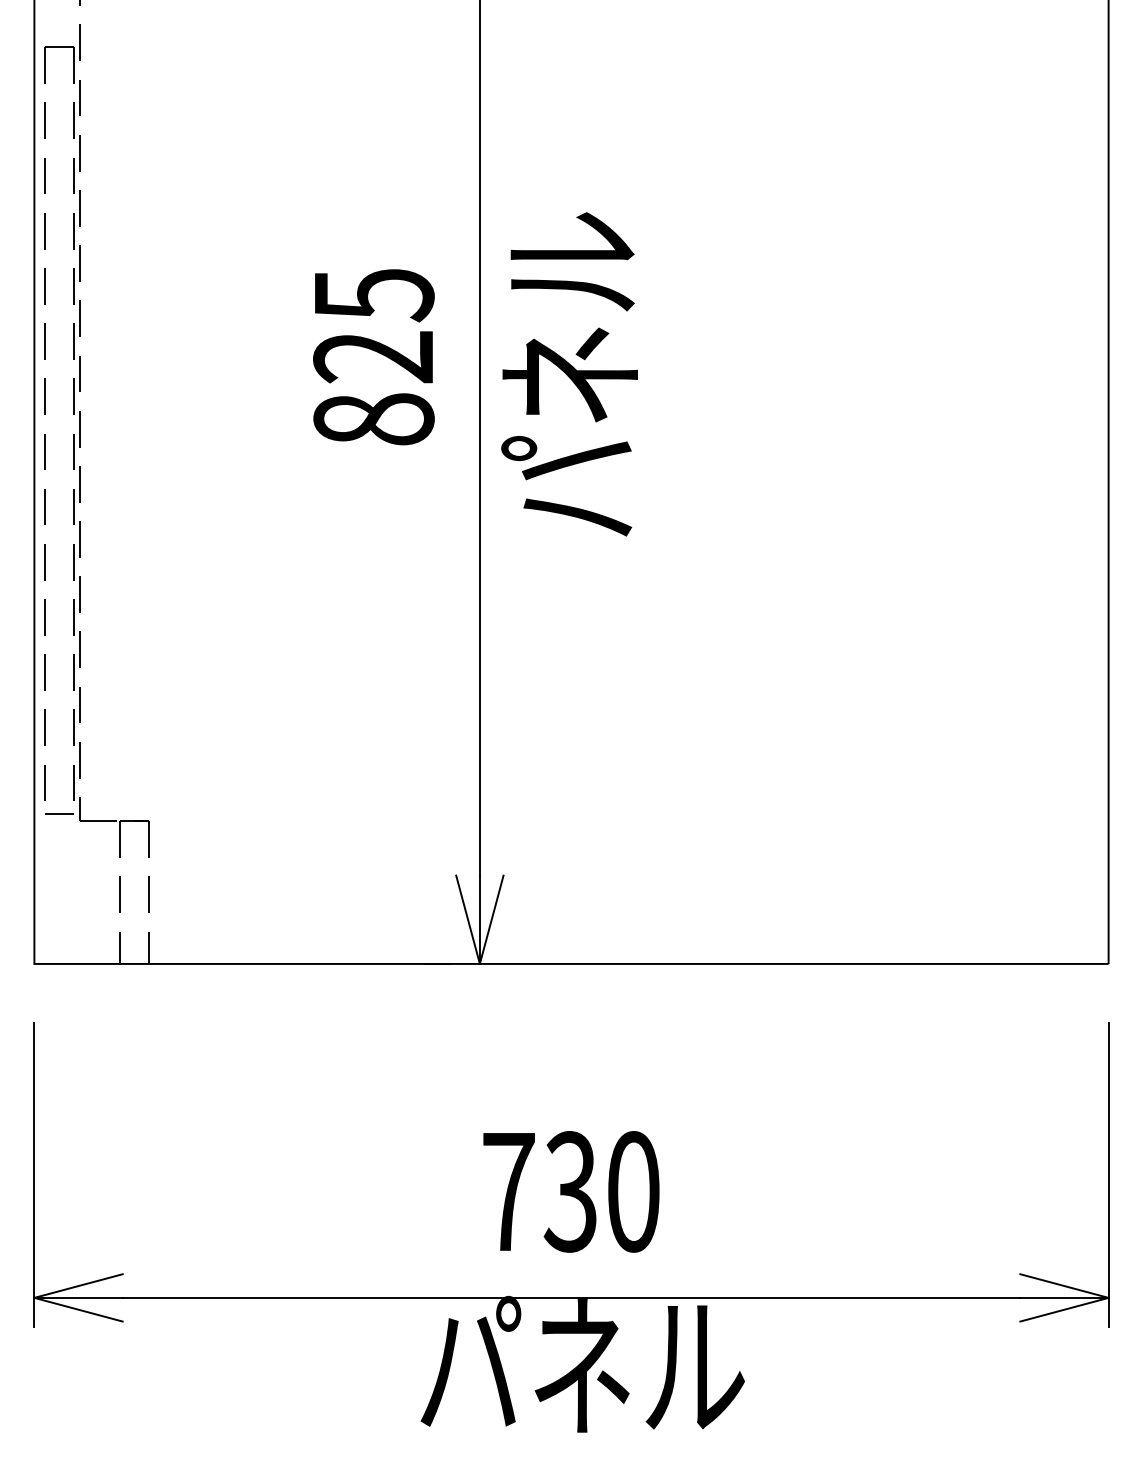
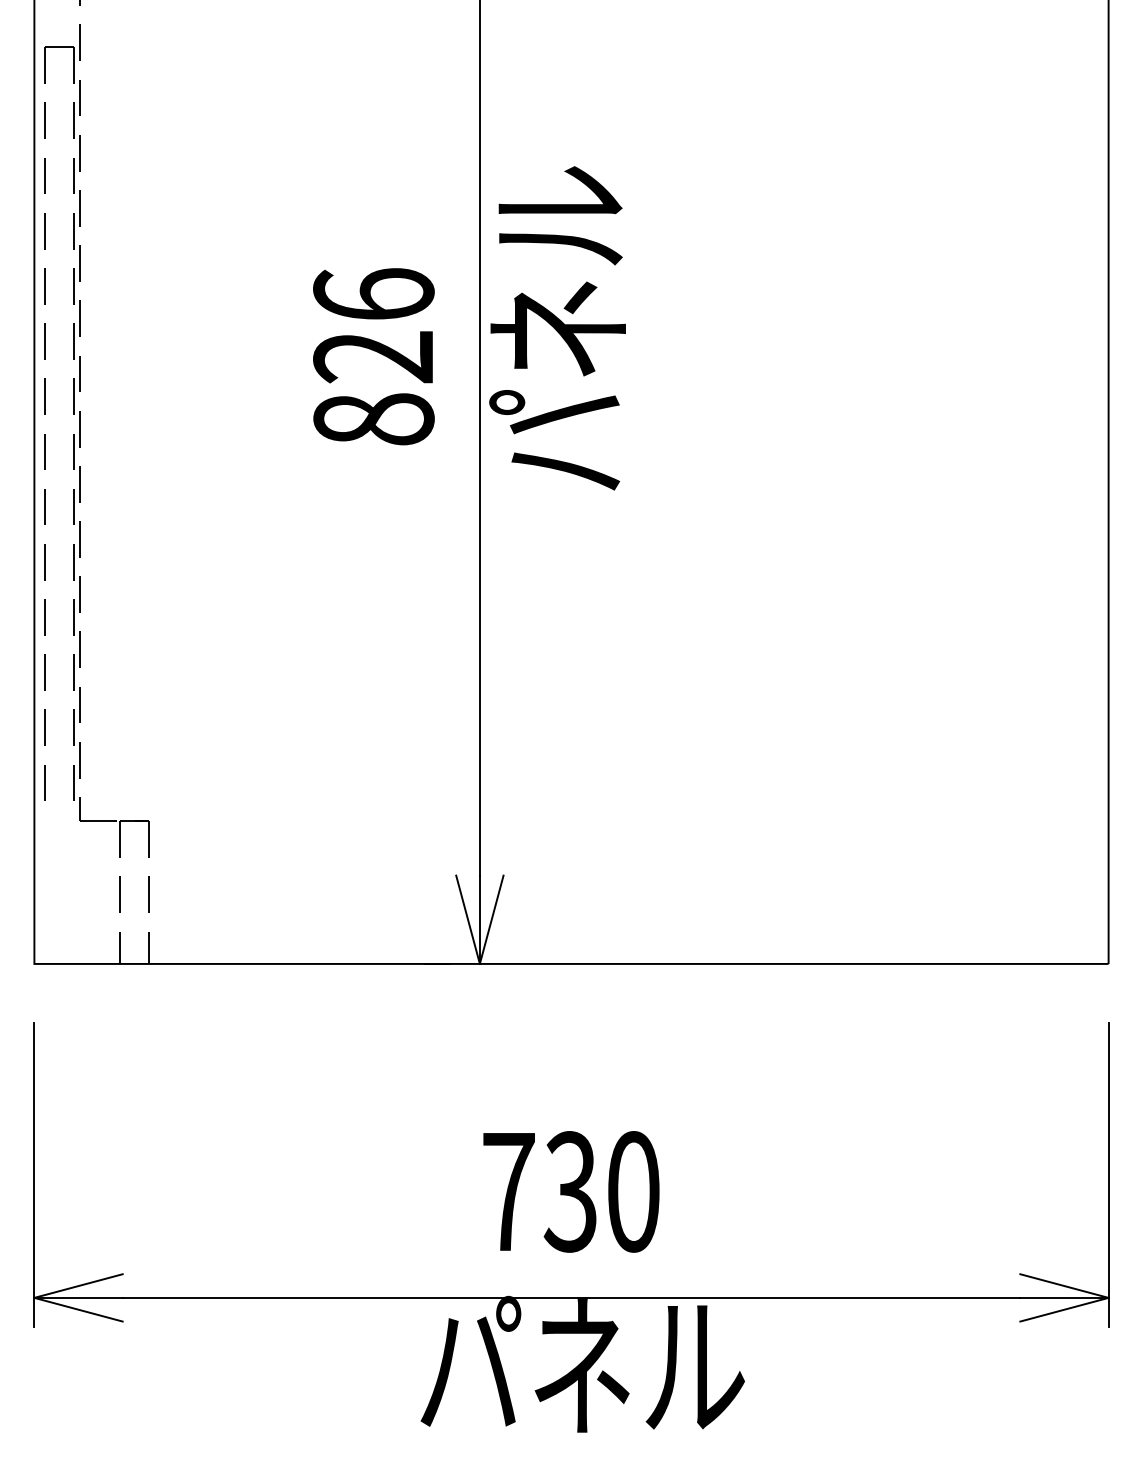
text at (373, 295): 825 -> 826
text at (569, 374) position: (569, 374) -> (557, 328)
line at (59, 813): present -> none
